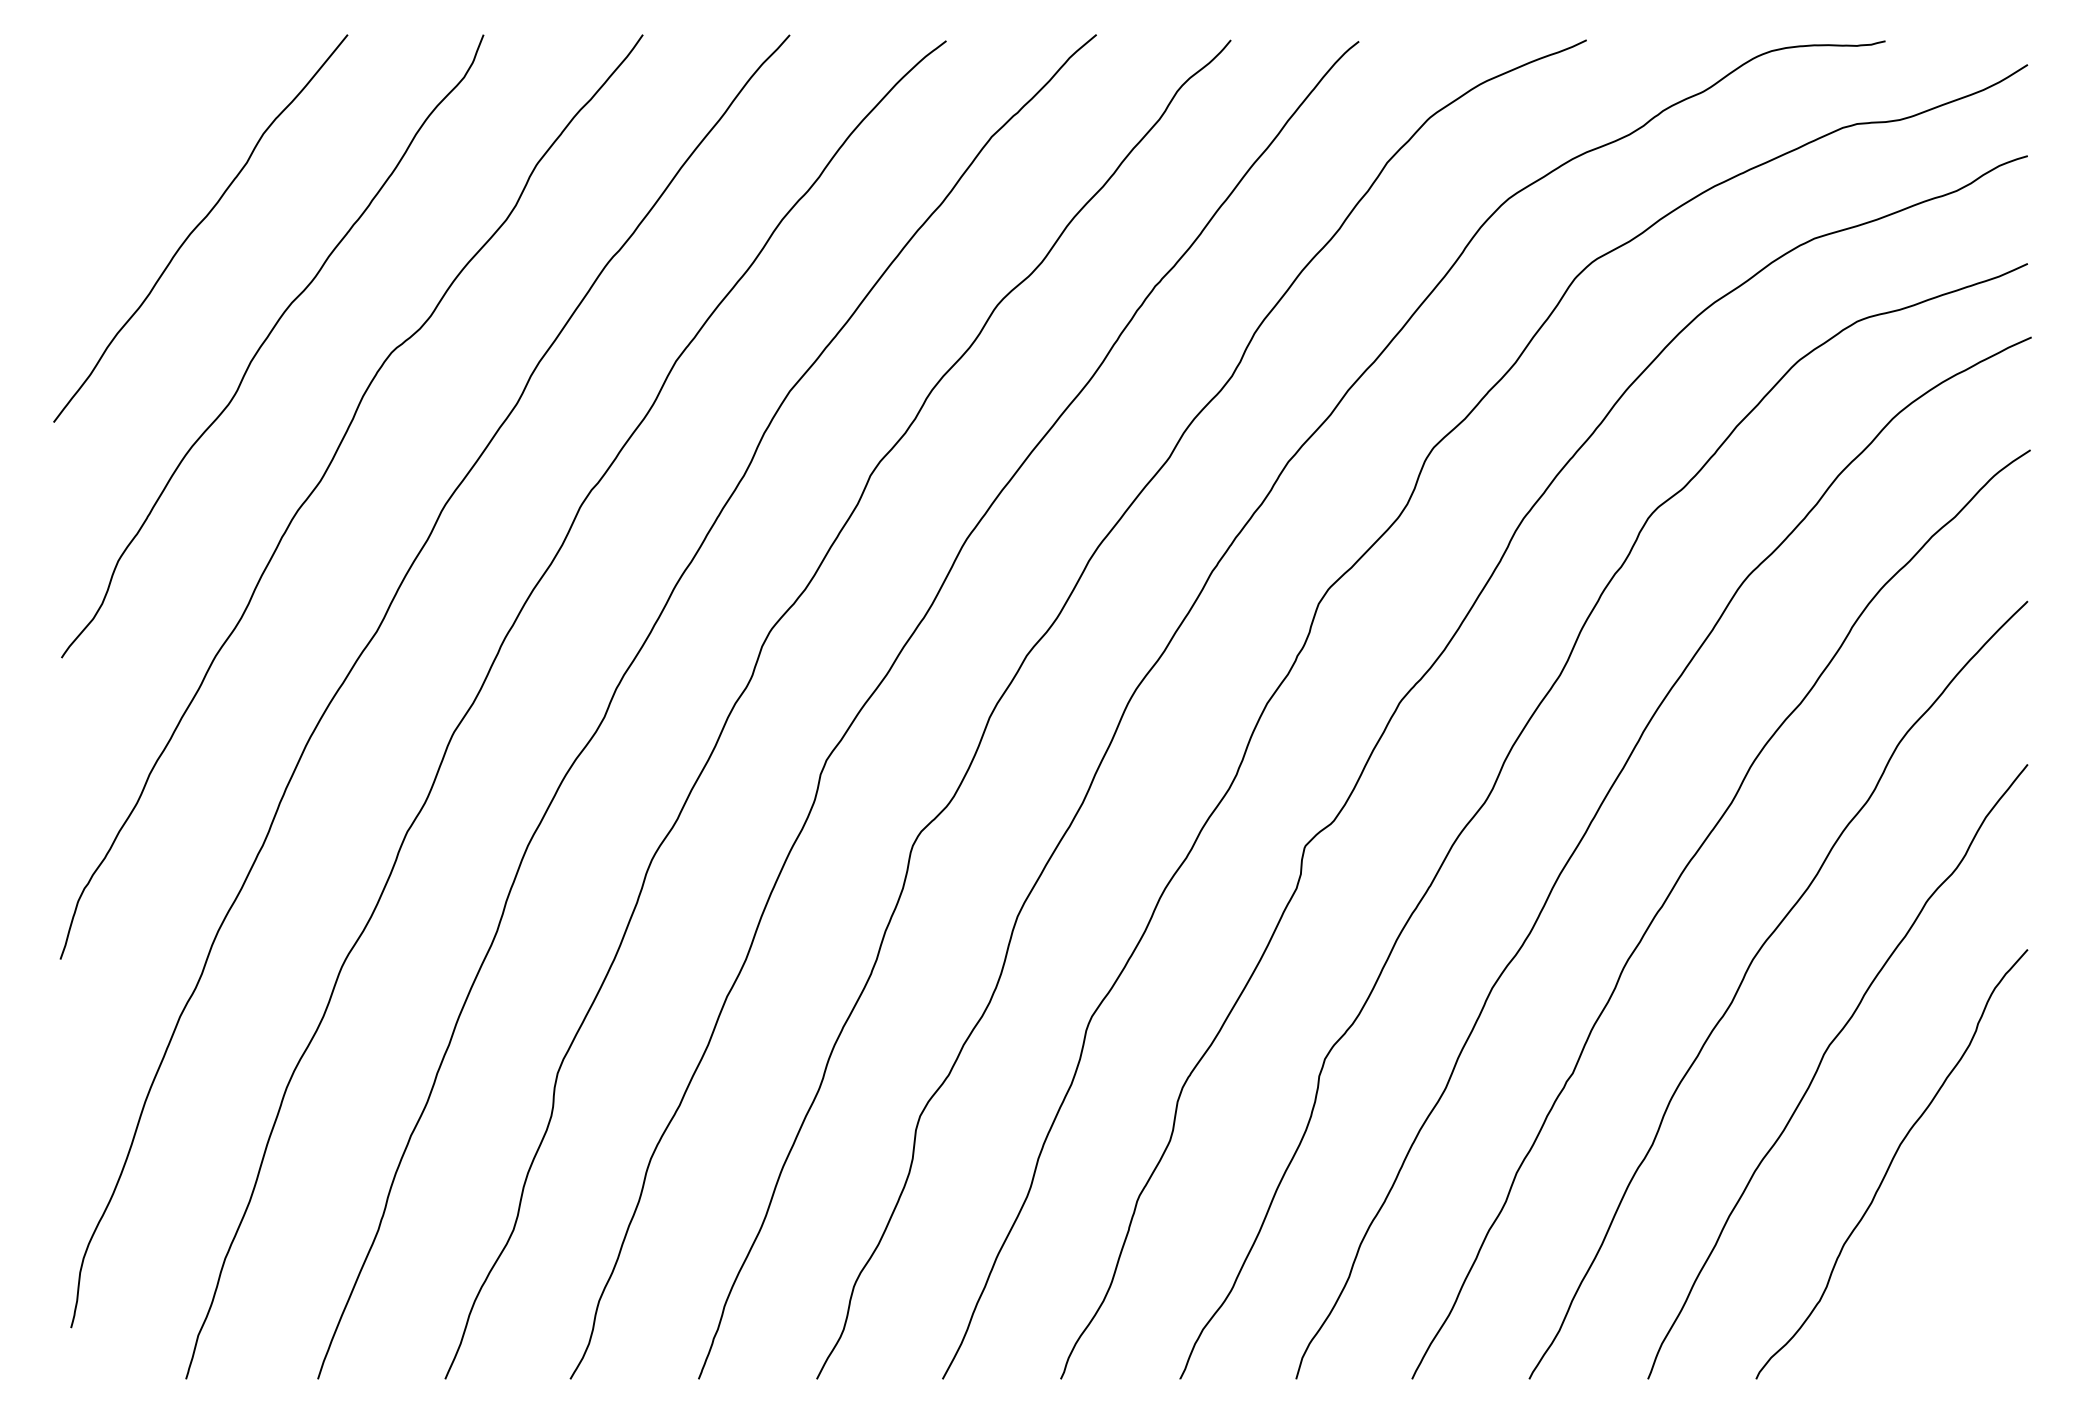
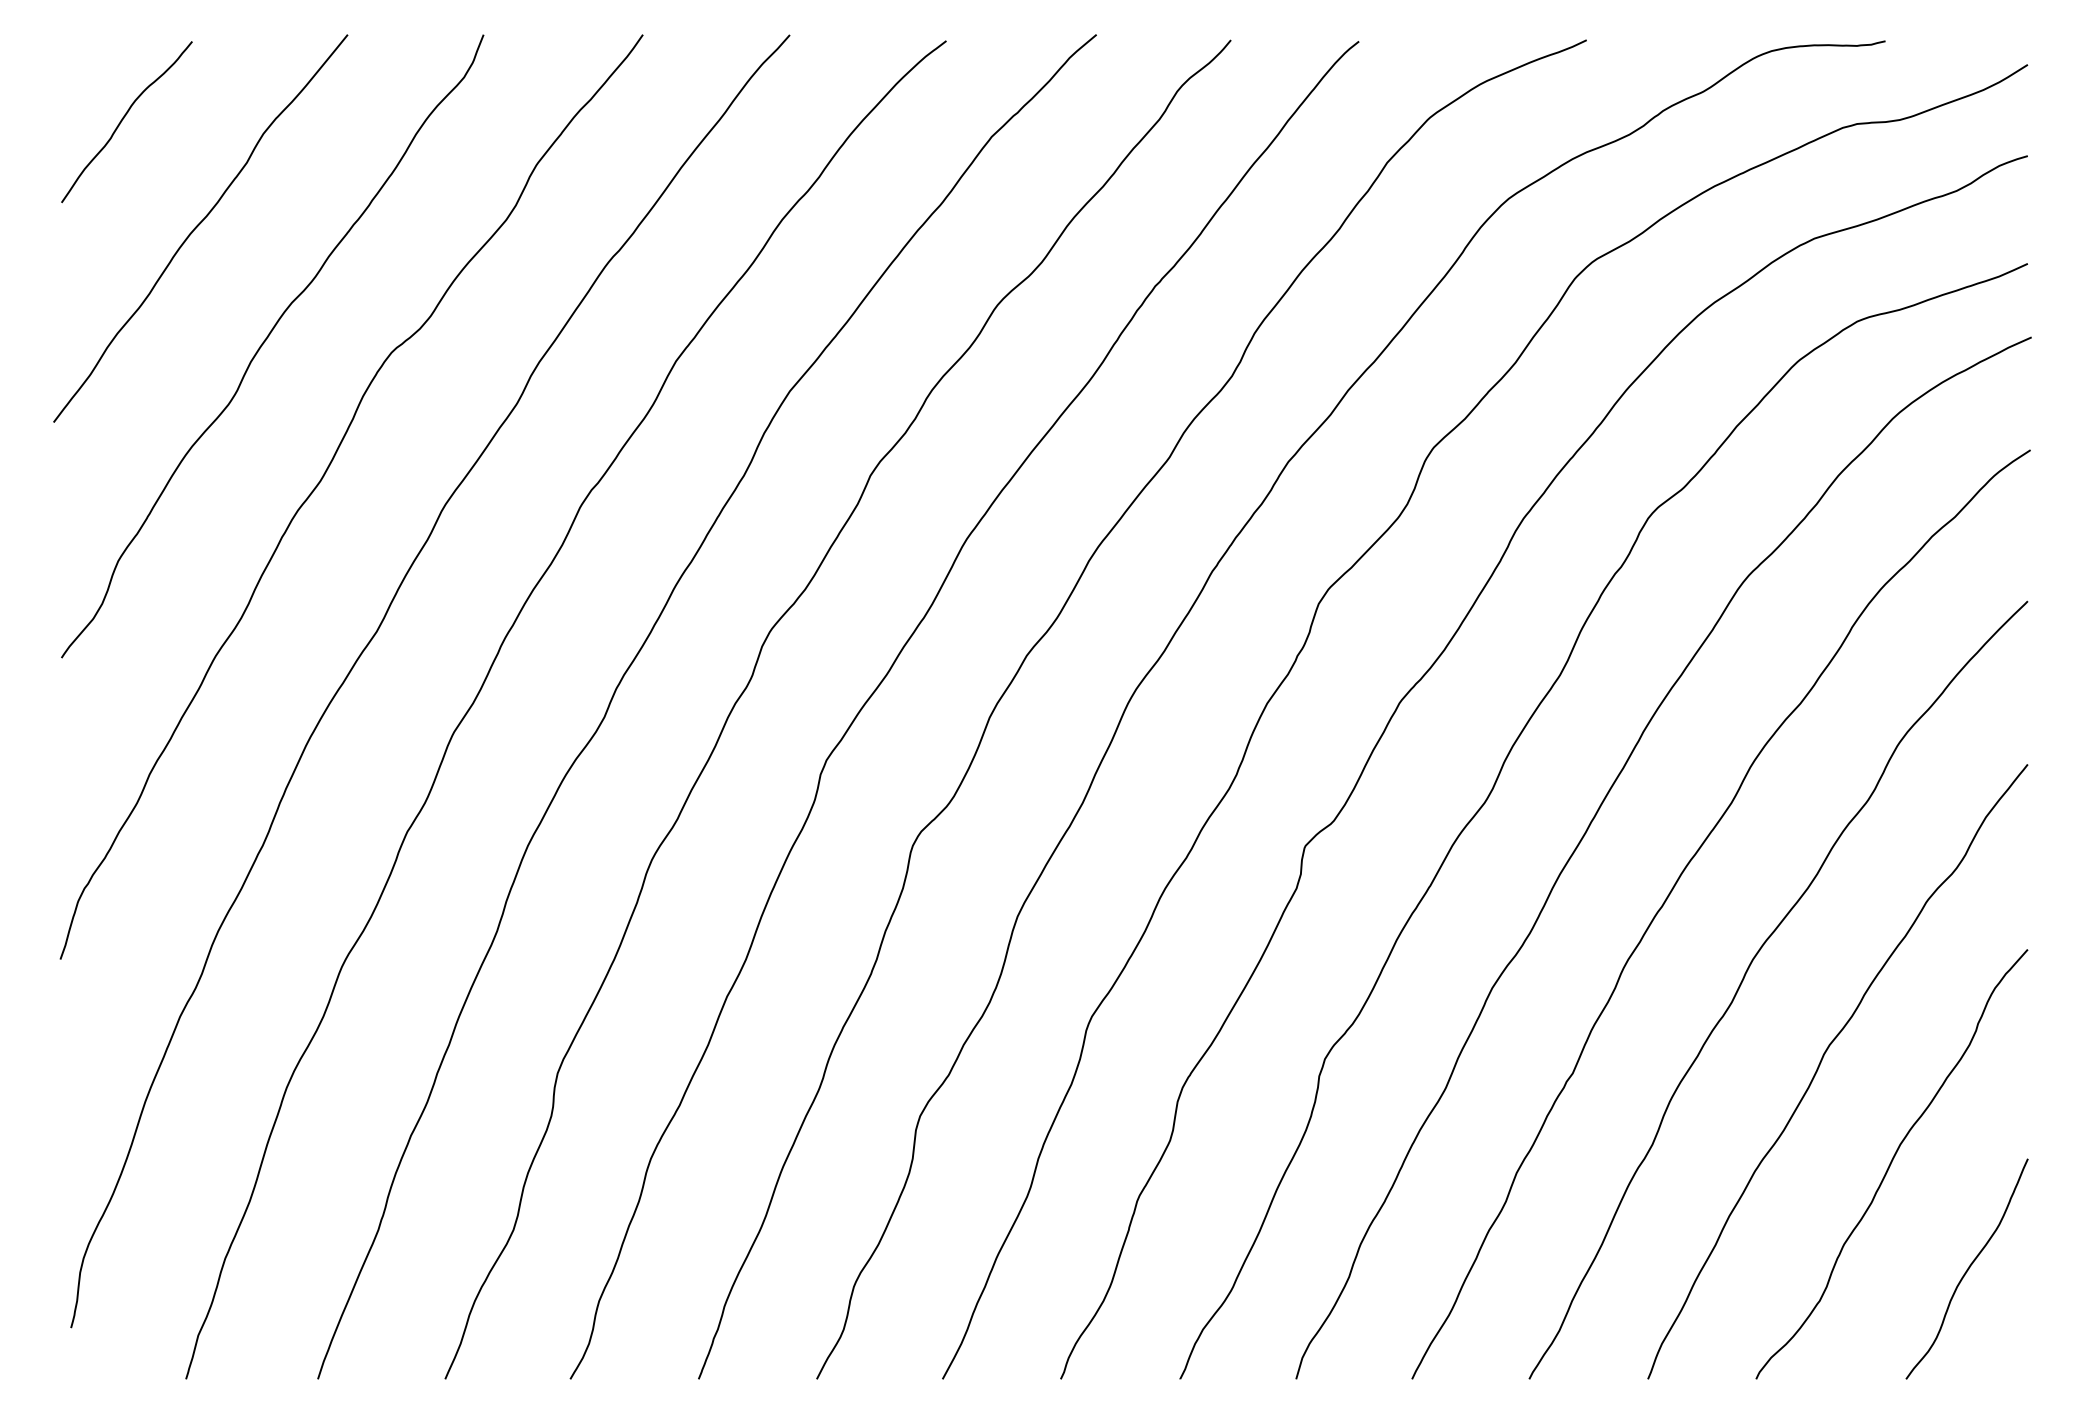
curve at (122, 121): none -> present
curve at (1967, 1268): none -> present
